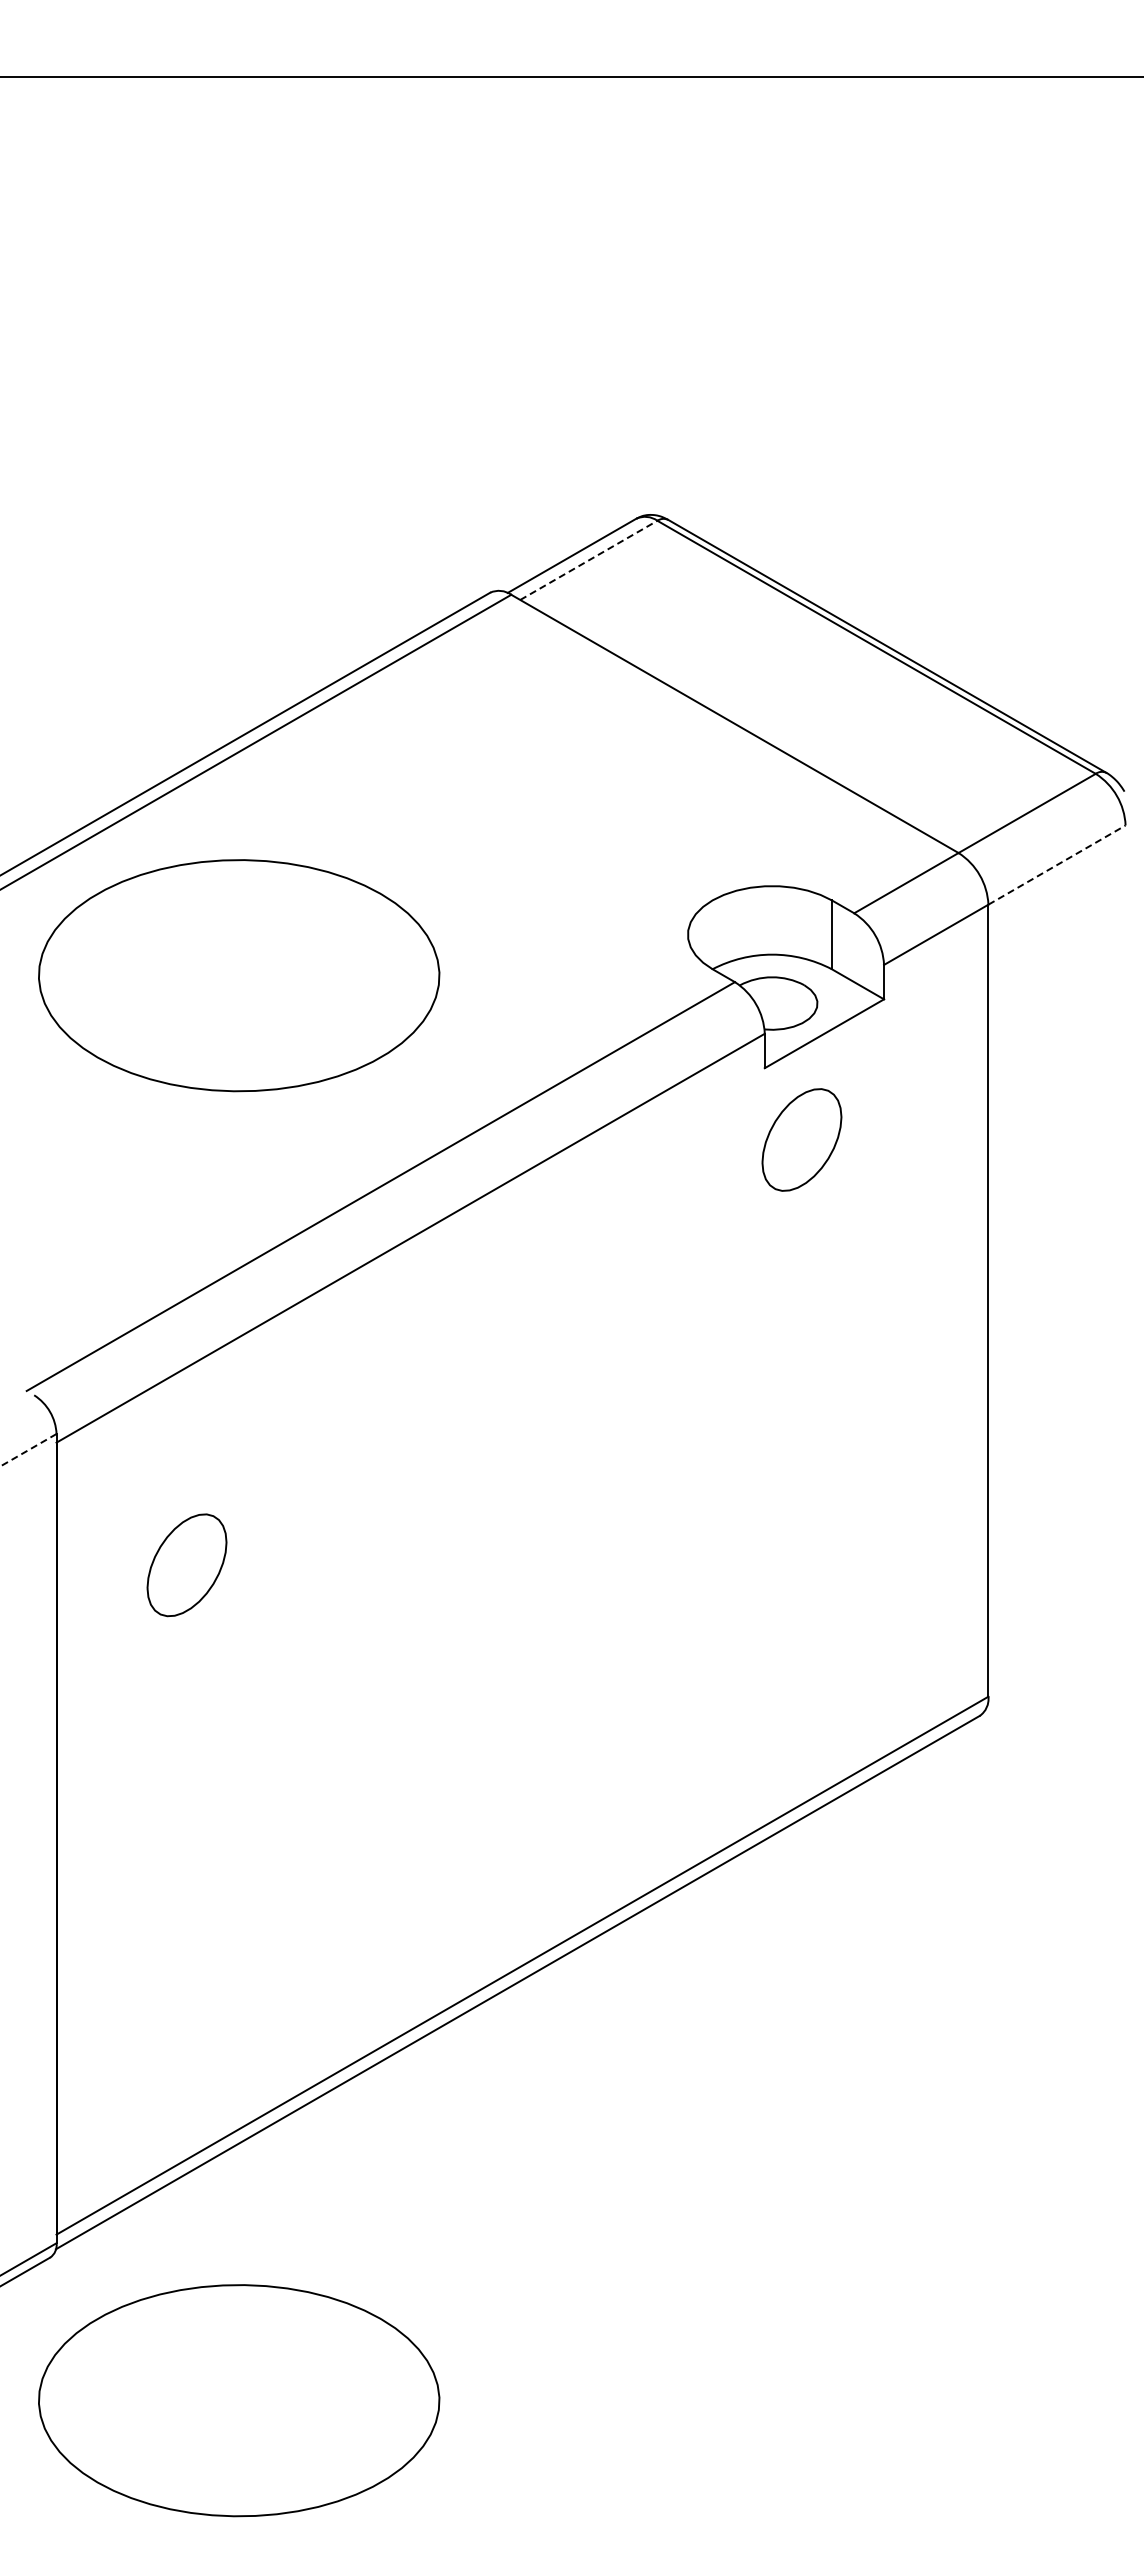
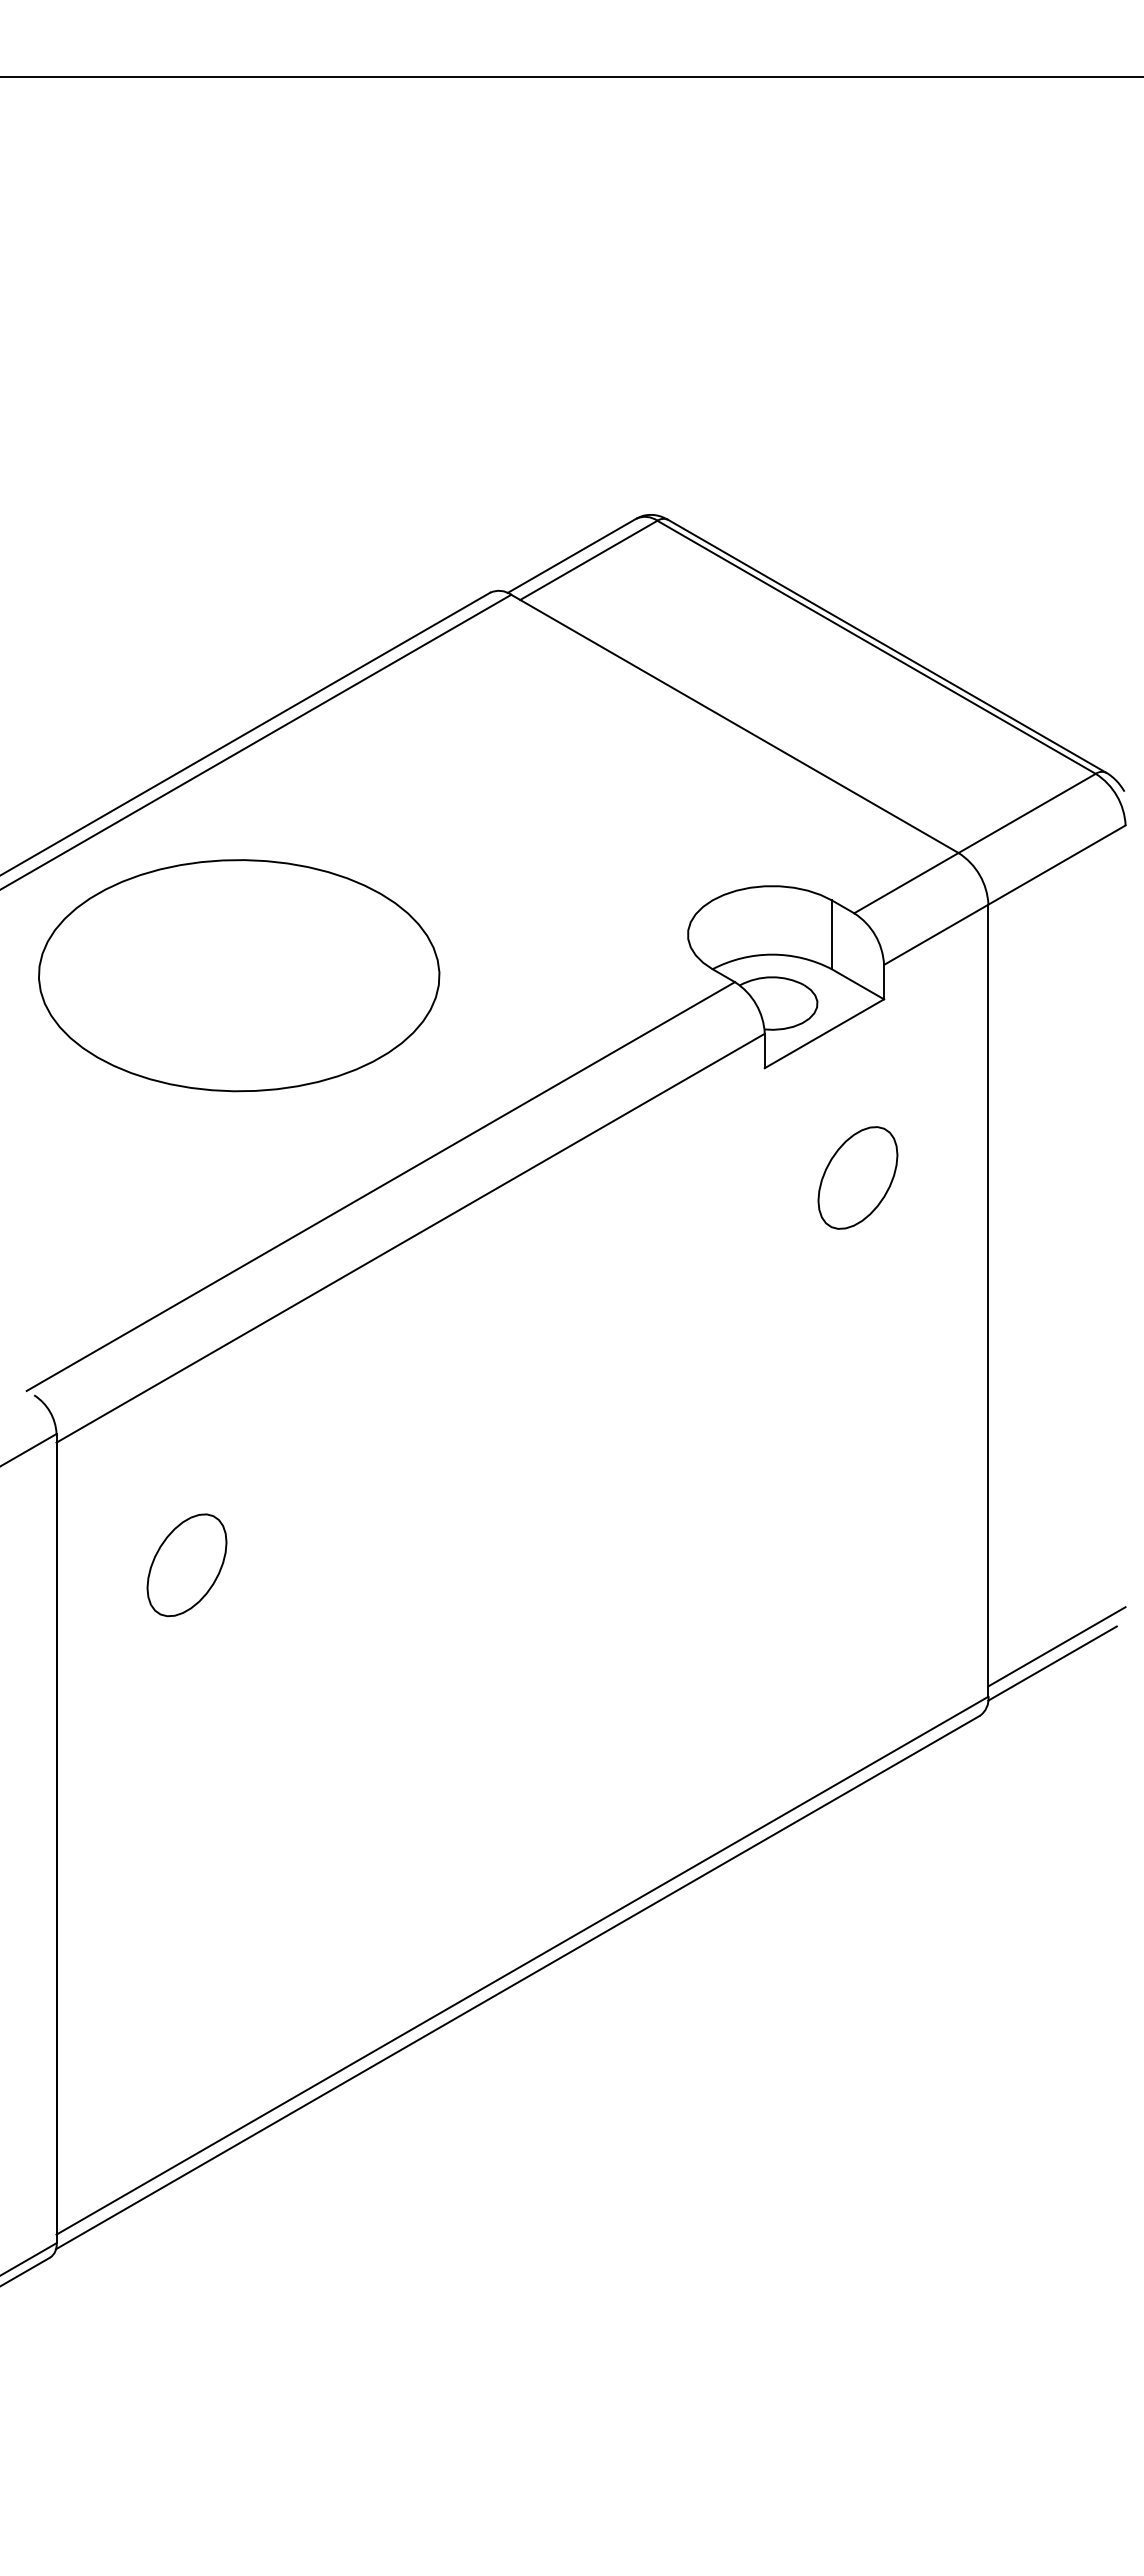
line at (589, 560): dashed -> solid
line at (1057, 864): dashed -> solid
part at (801, 1139) position: (801, 1139) -> (857, 1177)
line at (28, 1450): dashed -> solid
line at (1056, 1646): none -> present
line at (1052, 1663): none -> present
part at (239, 2400): present -> none
